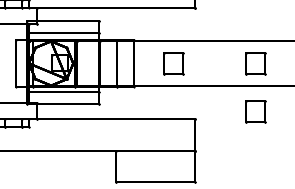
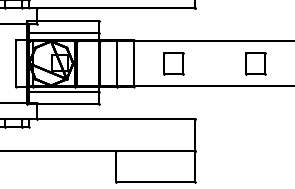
part at (255, 111): present -> none
